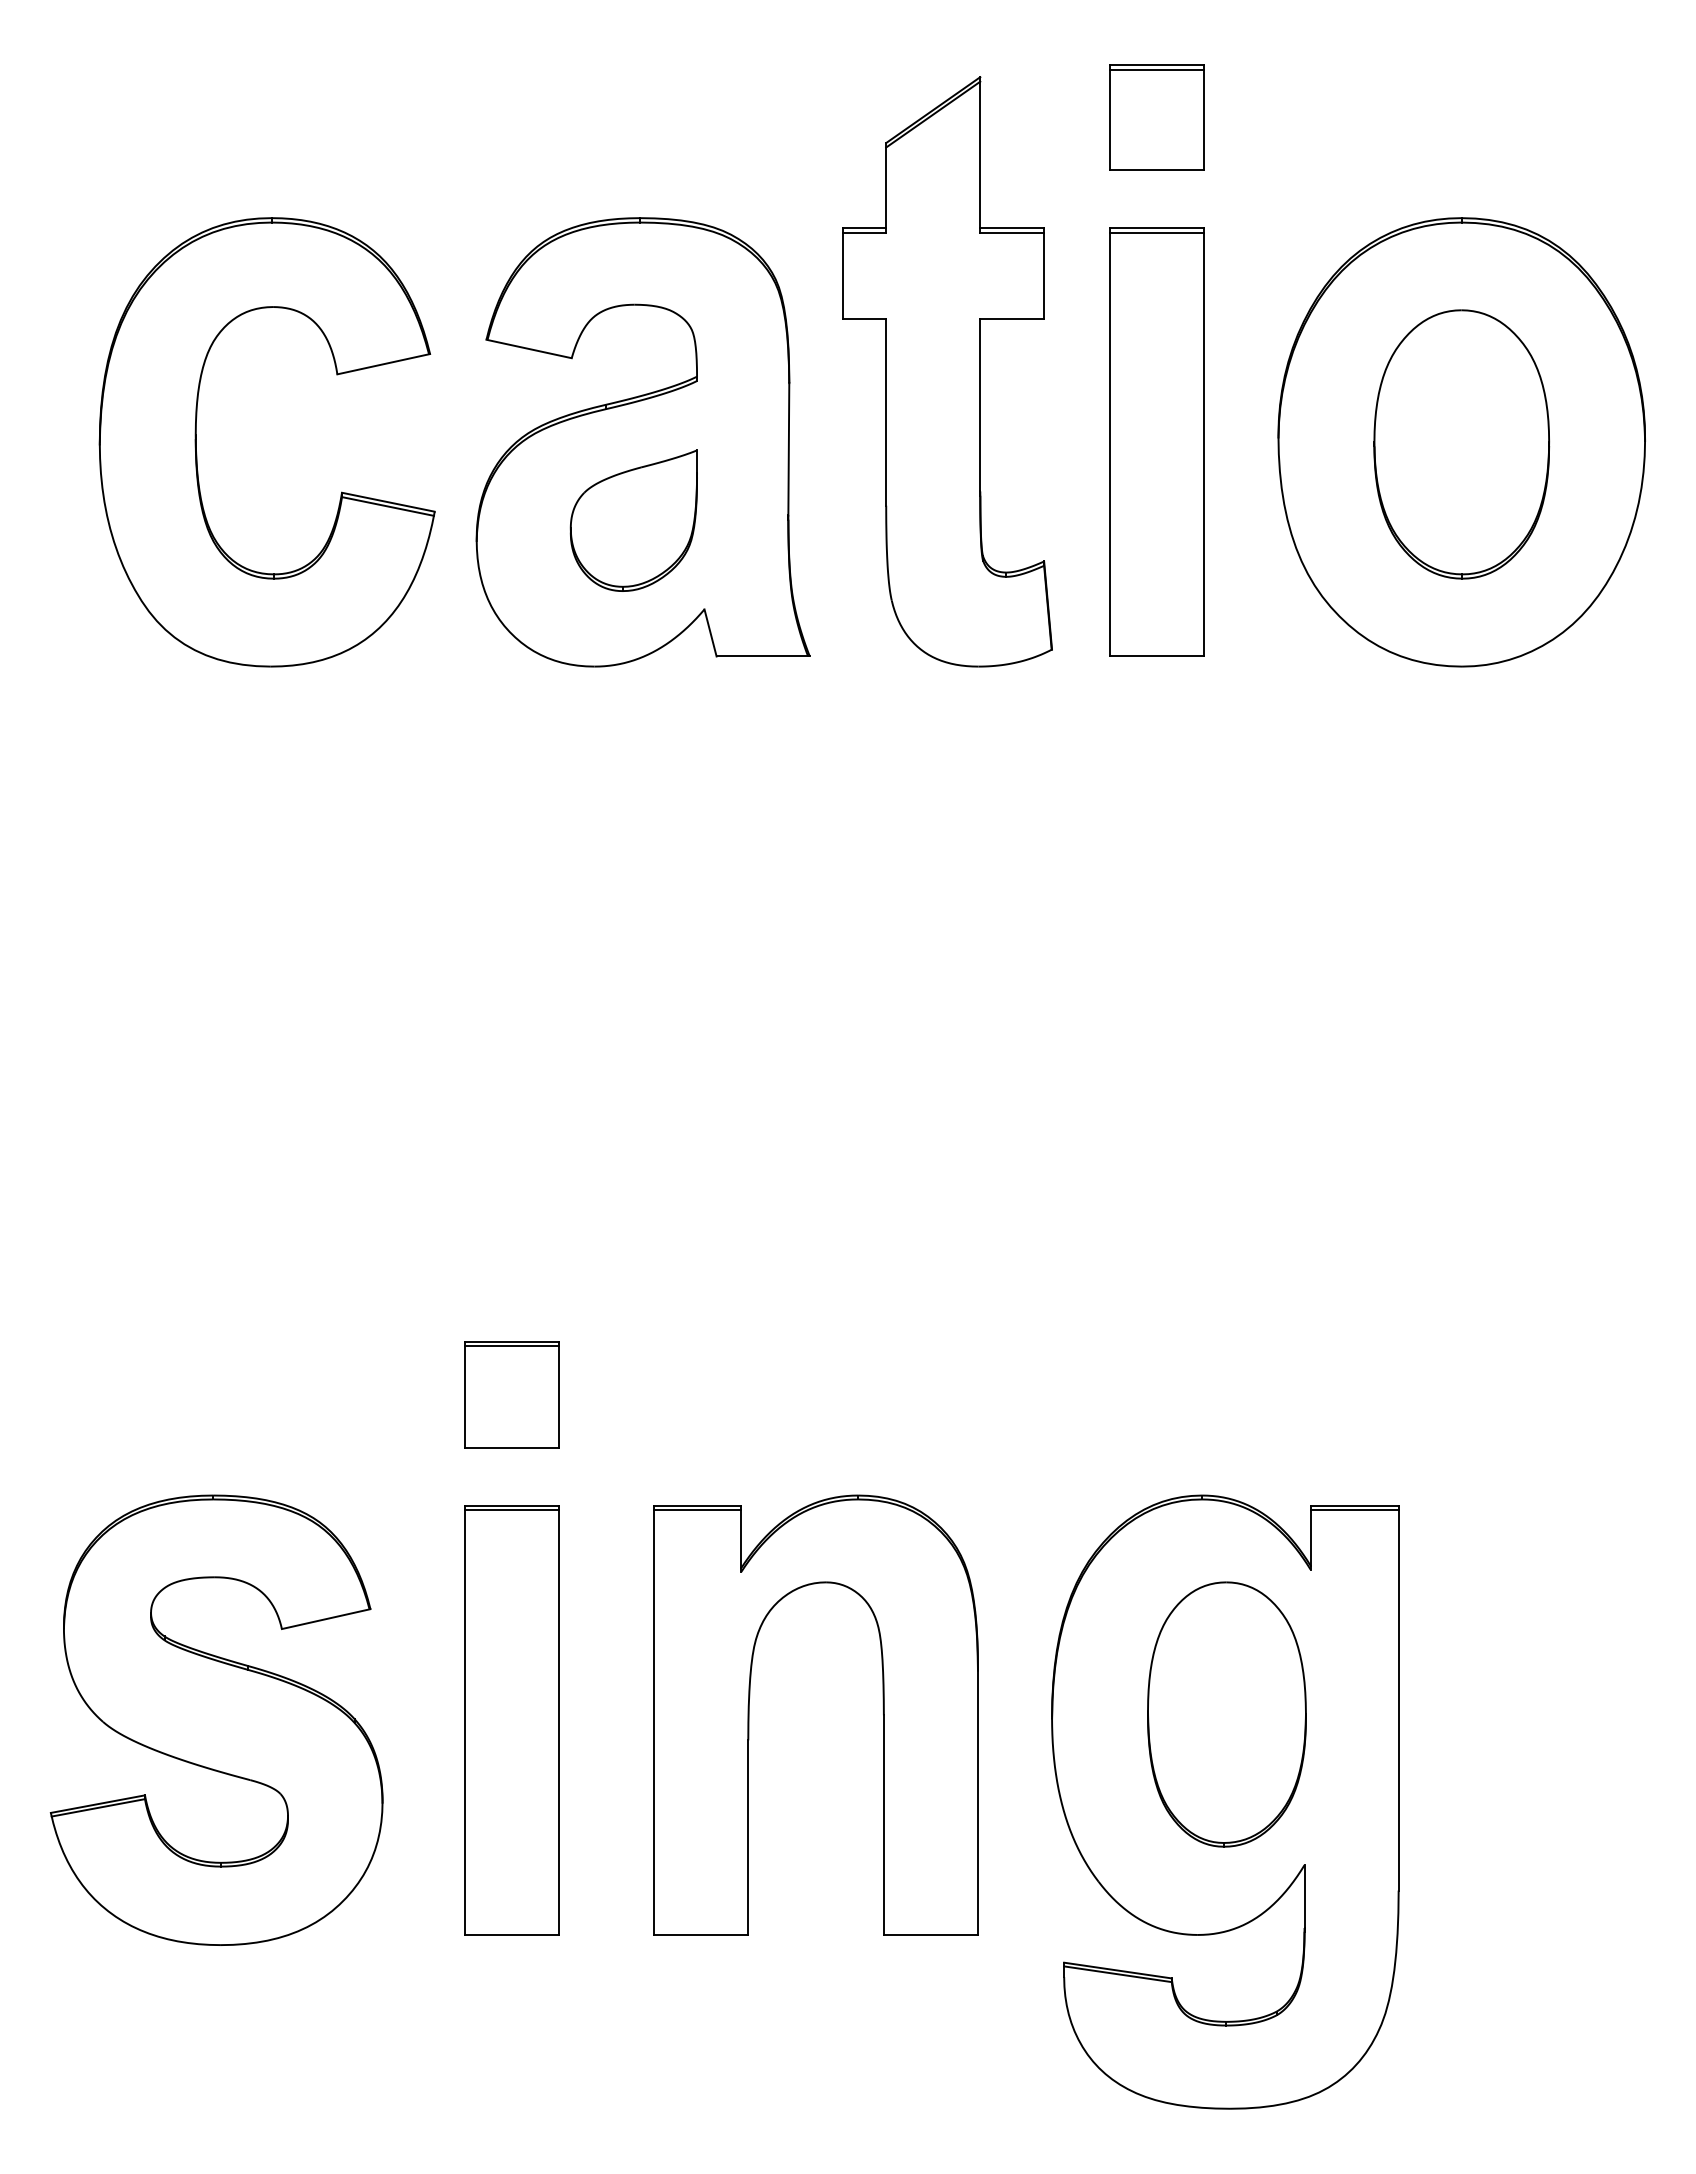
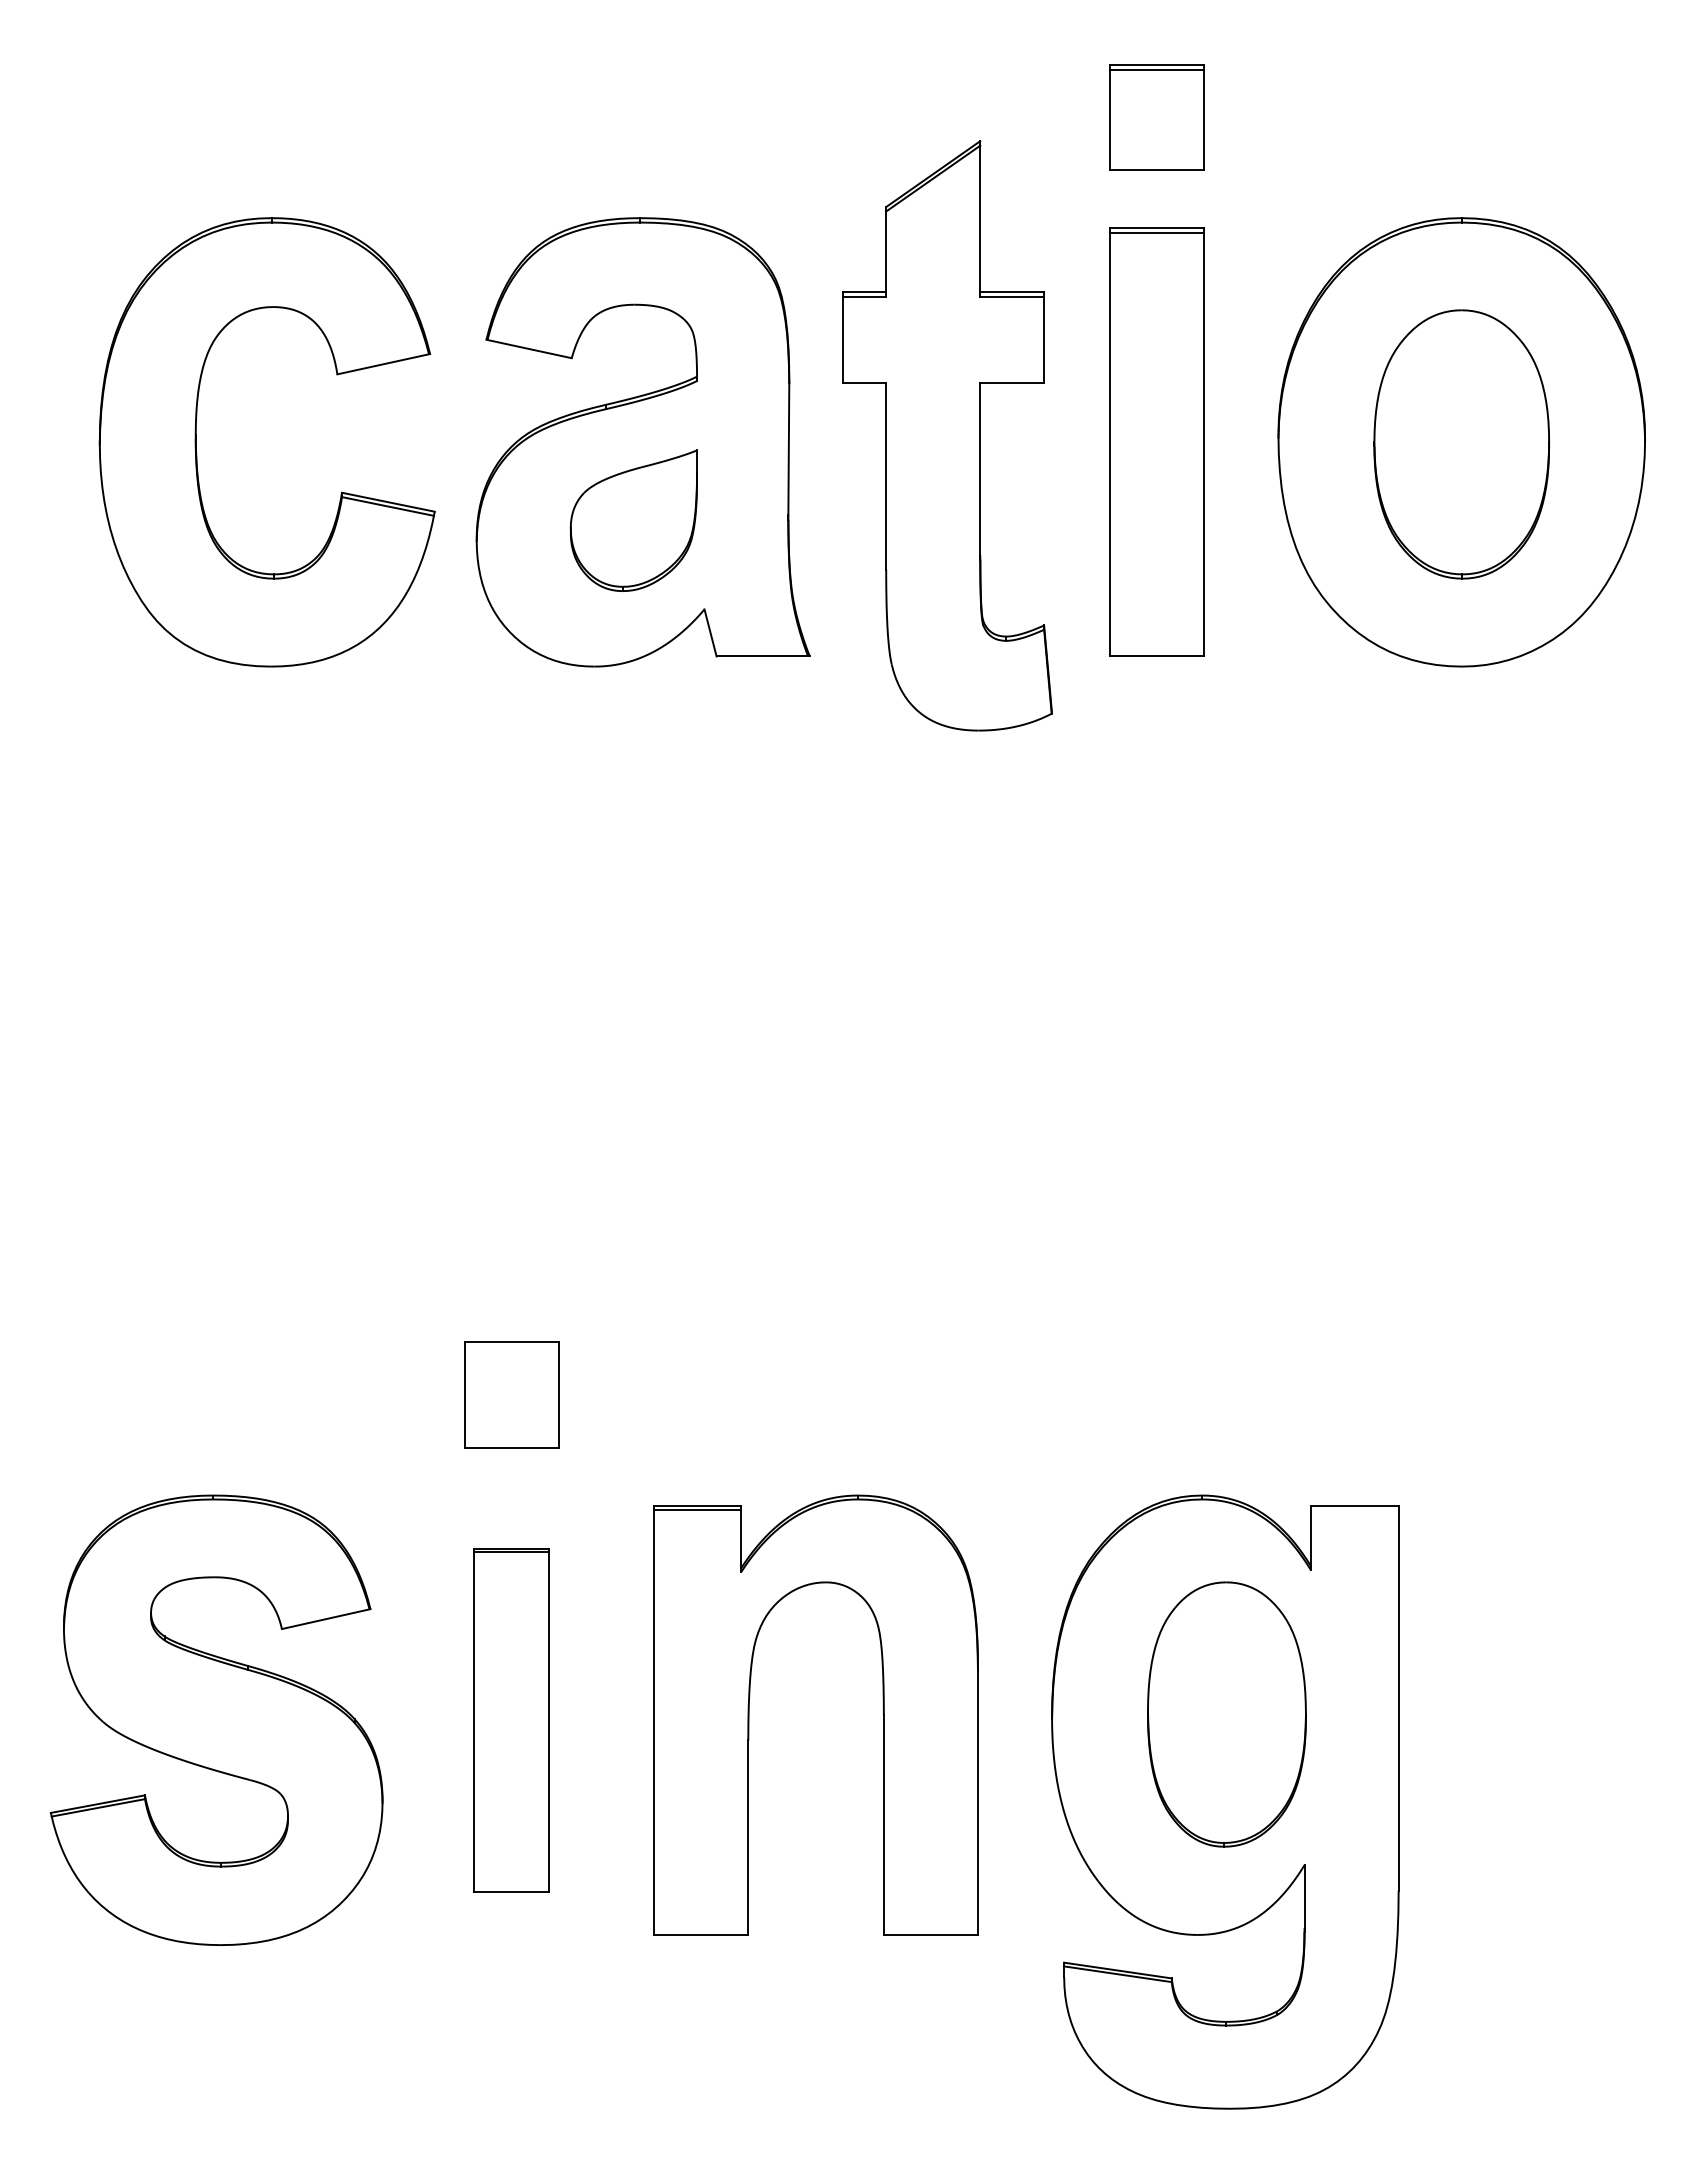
part at (947, 371) position: (947, 371) -> (947, 435)
line at (511, 1346): present -> none
line at (1354, 1509): present -> none
part at (511, 1720) size: 96x431 px -> 77x345 px
